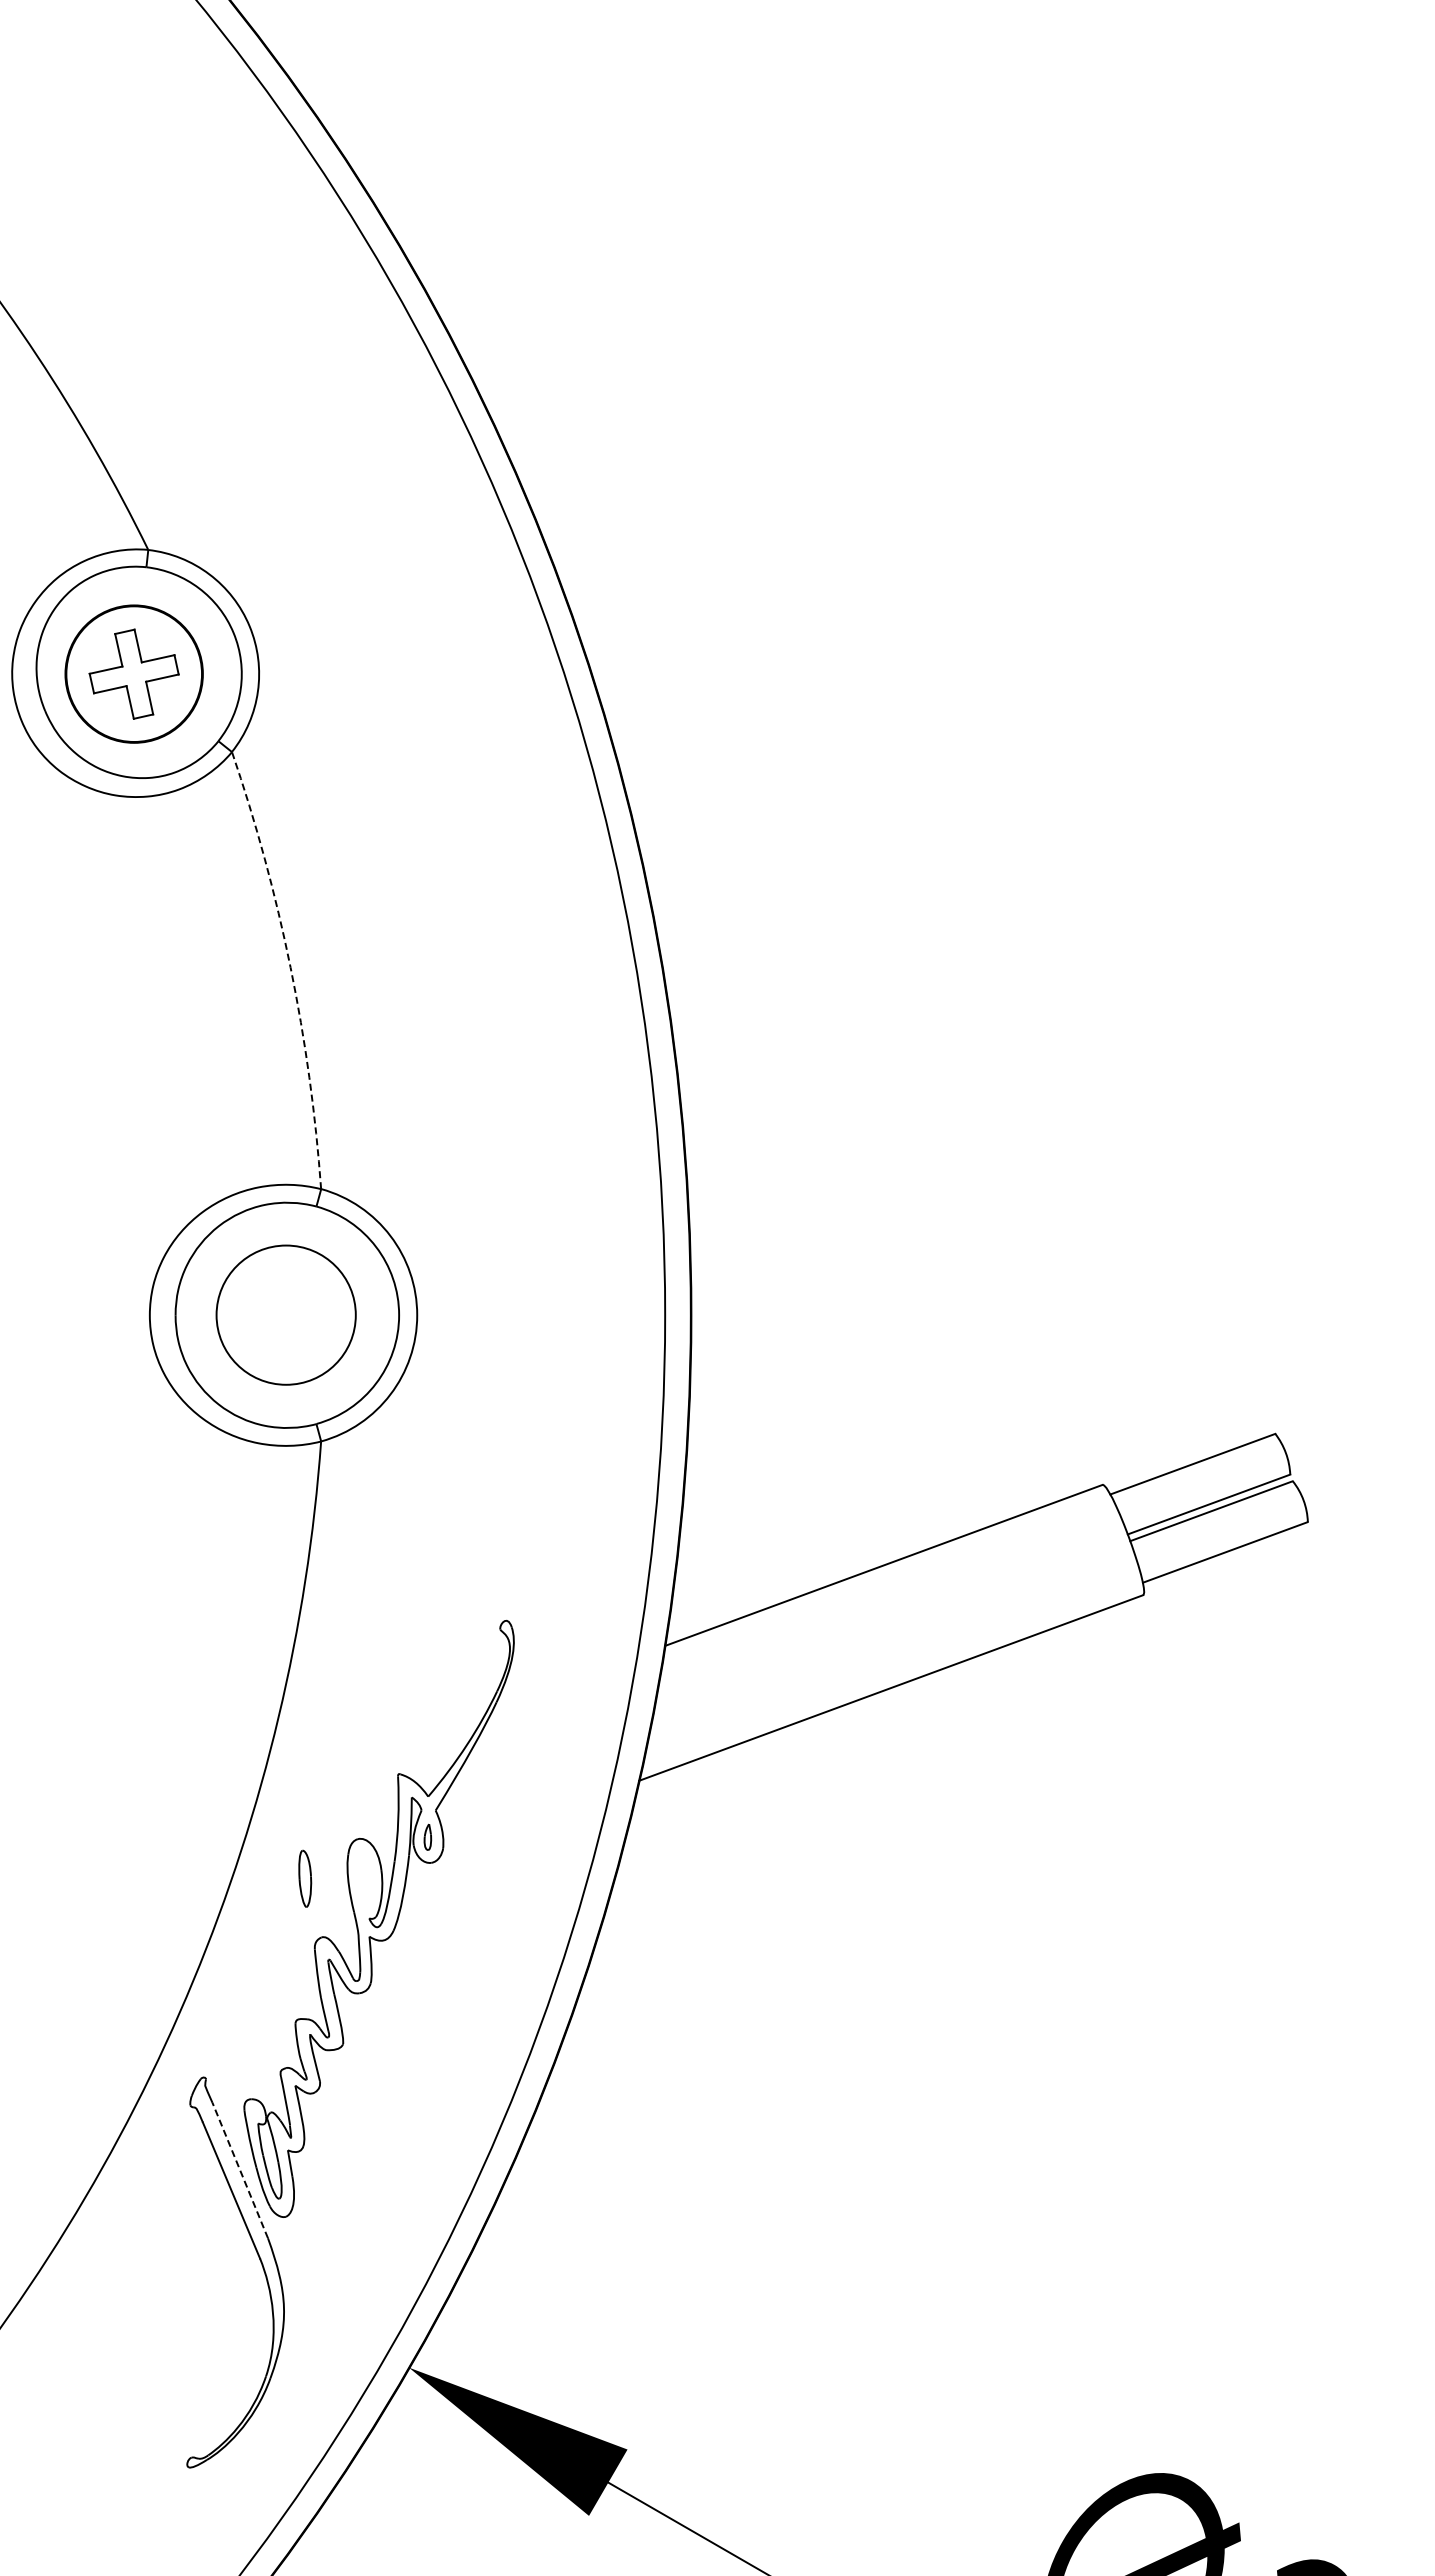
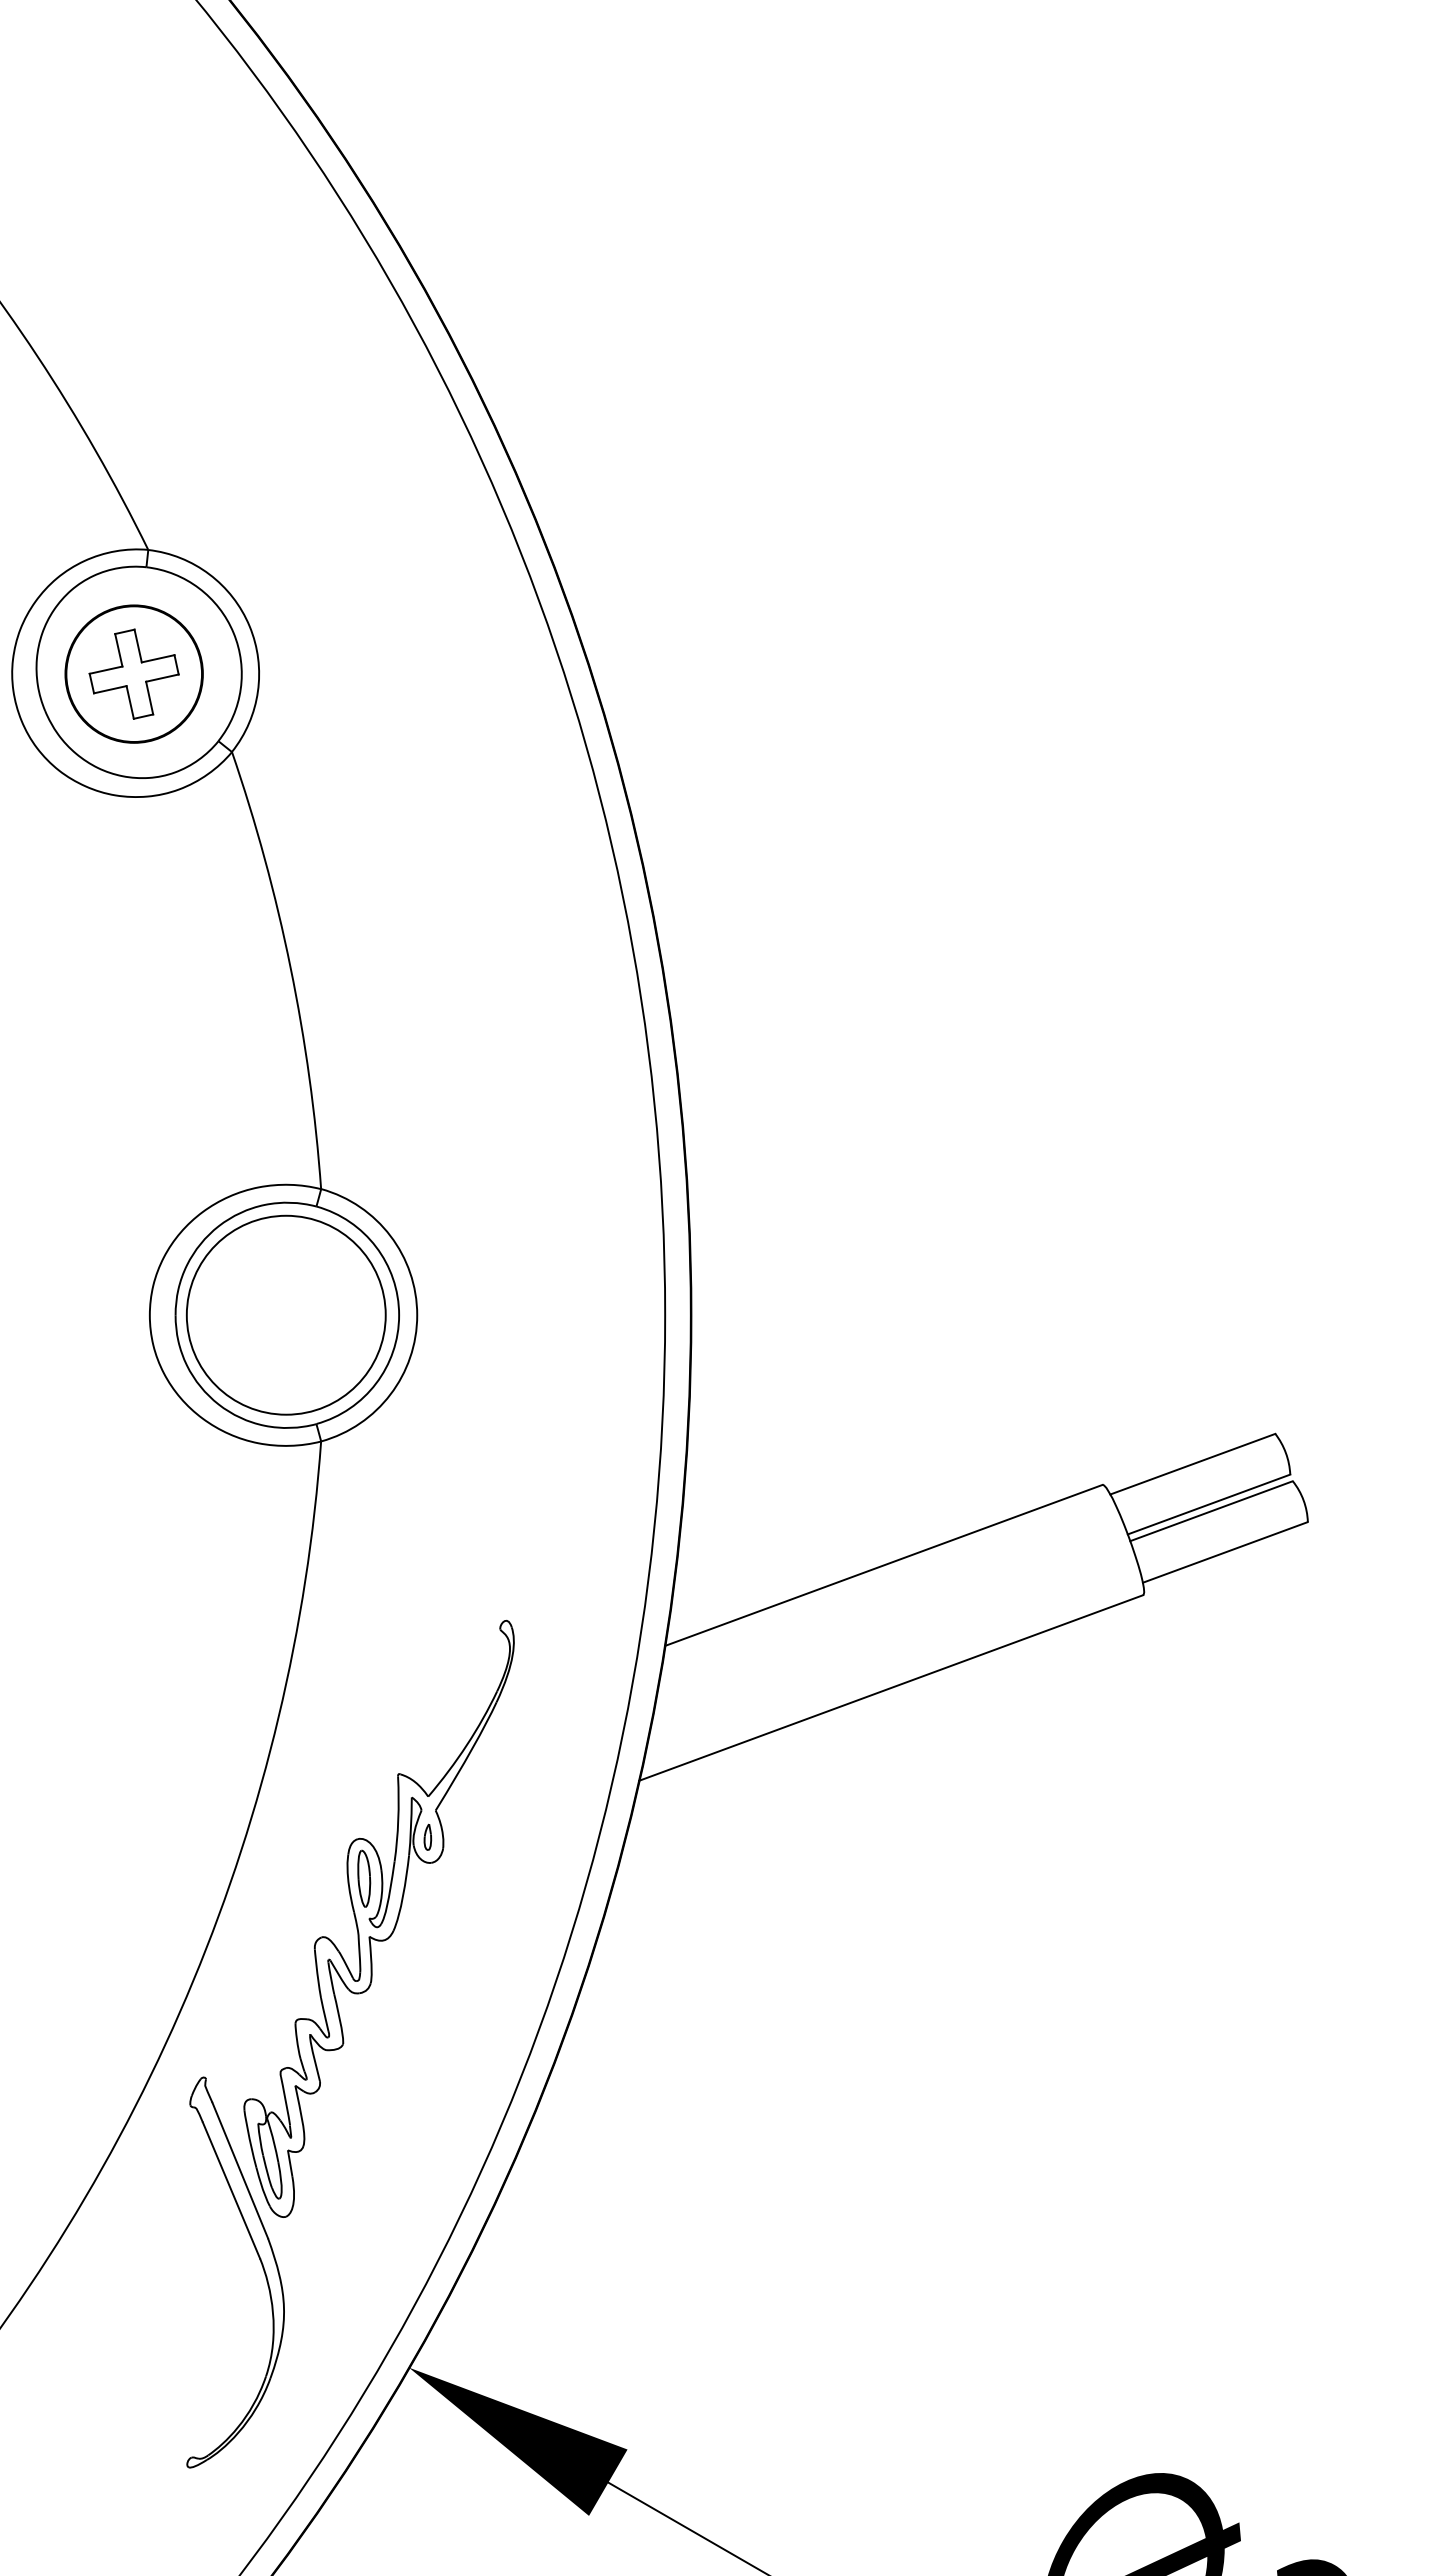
arc at (290, 967): dashed -> solid
circle at (285, 1314) size: 142x142 px -> 202x202 px
part at (305, 1878) position: (305, 1878) -> (364, 1878)
line at (240, 2170): dashed -> solid
